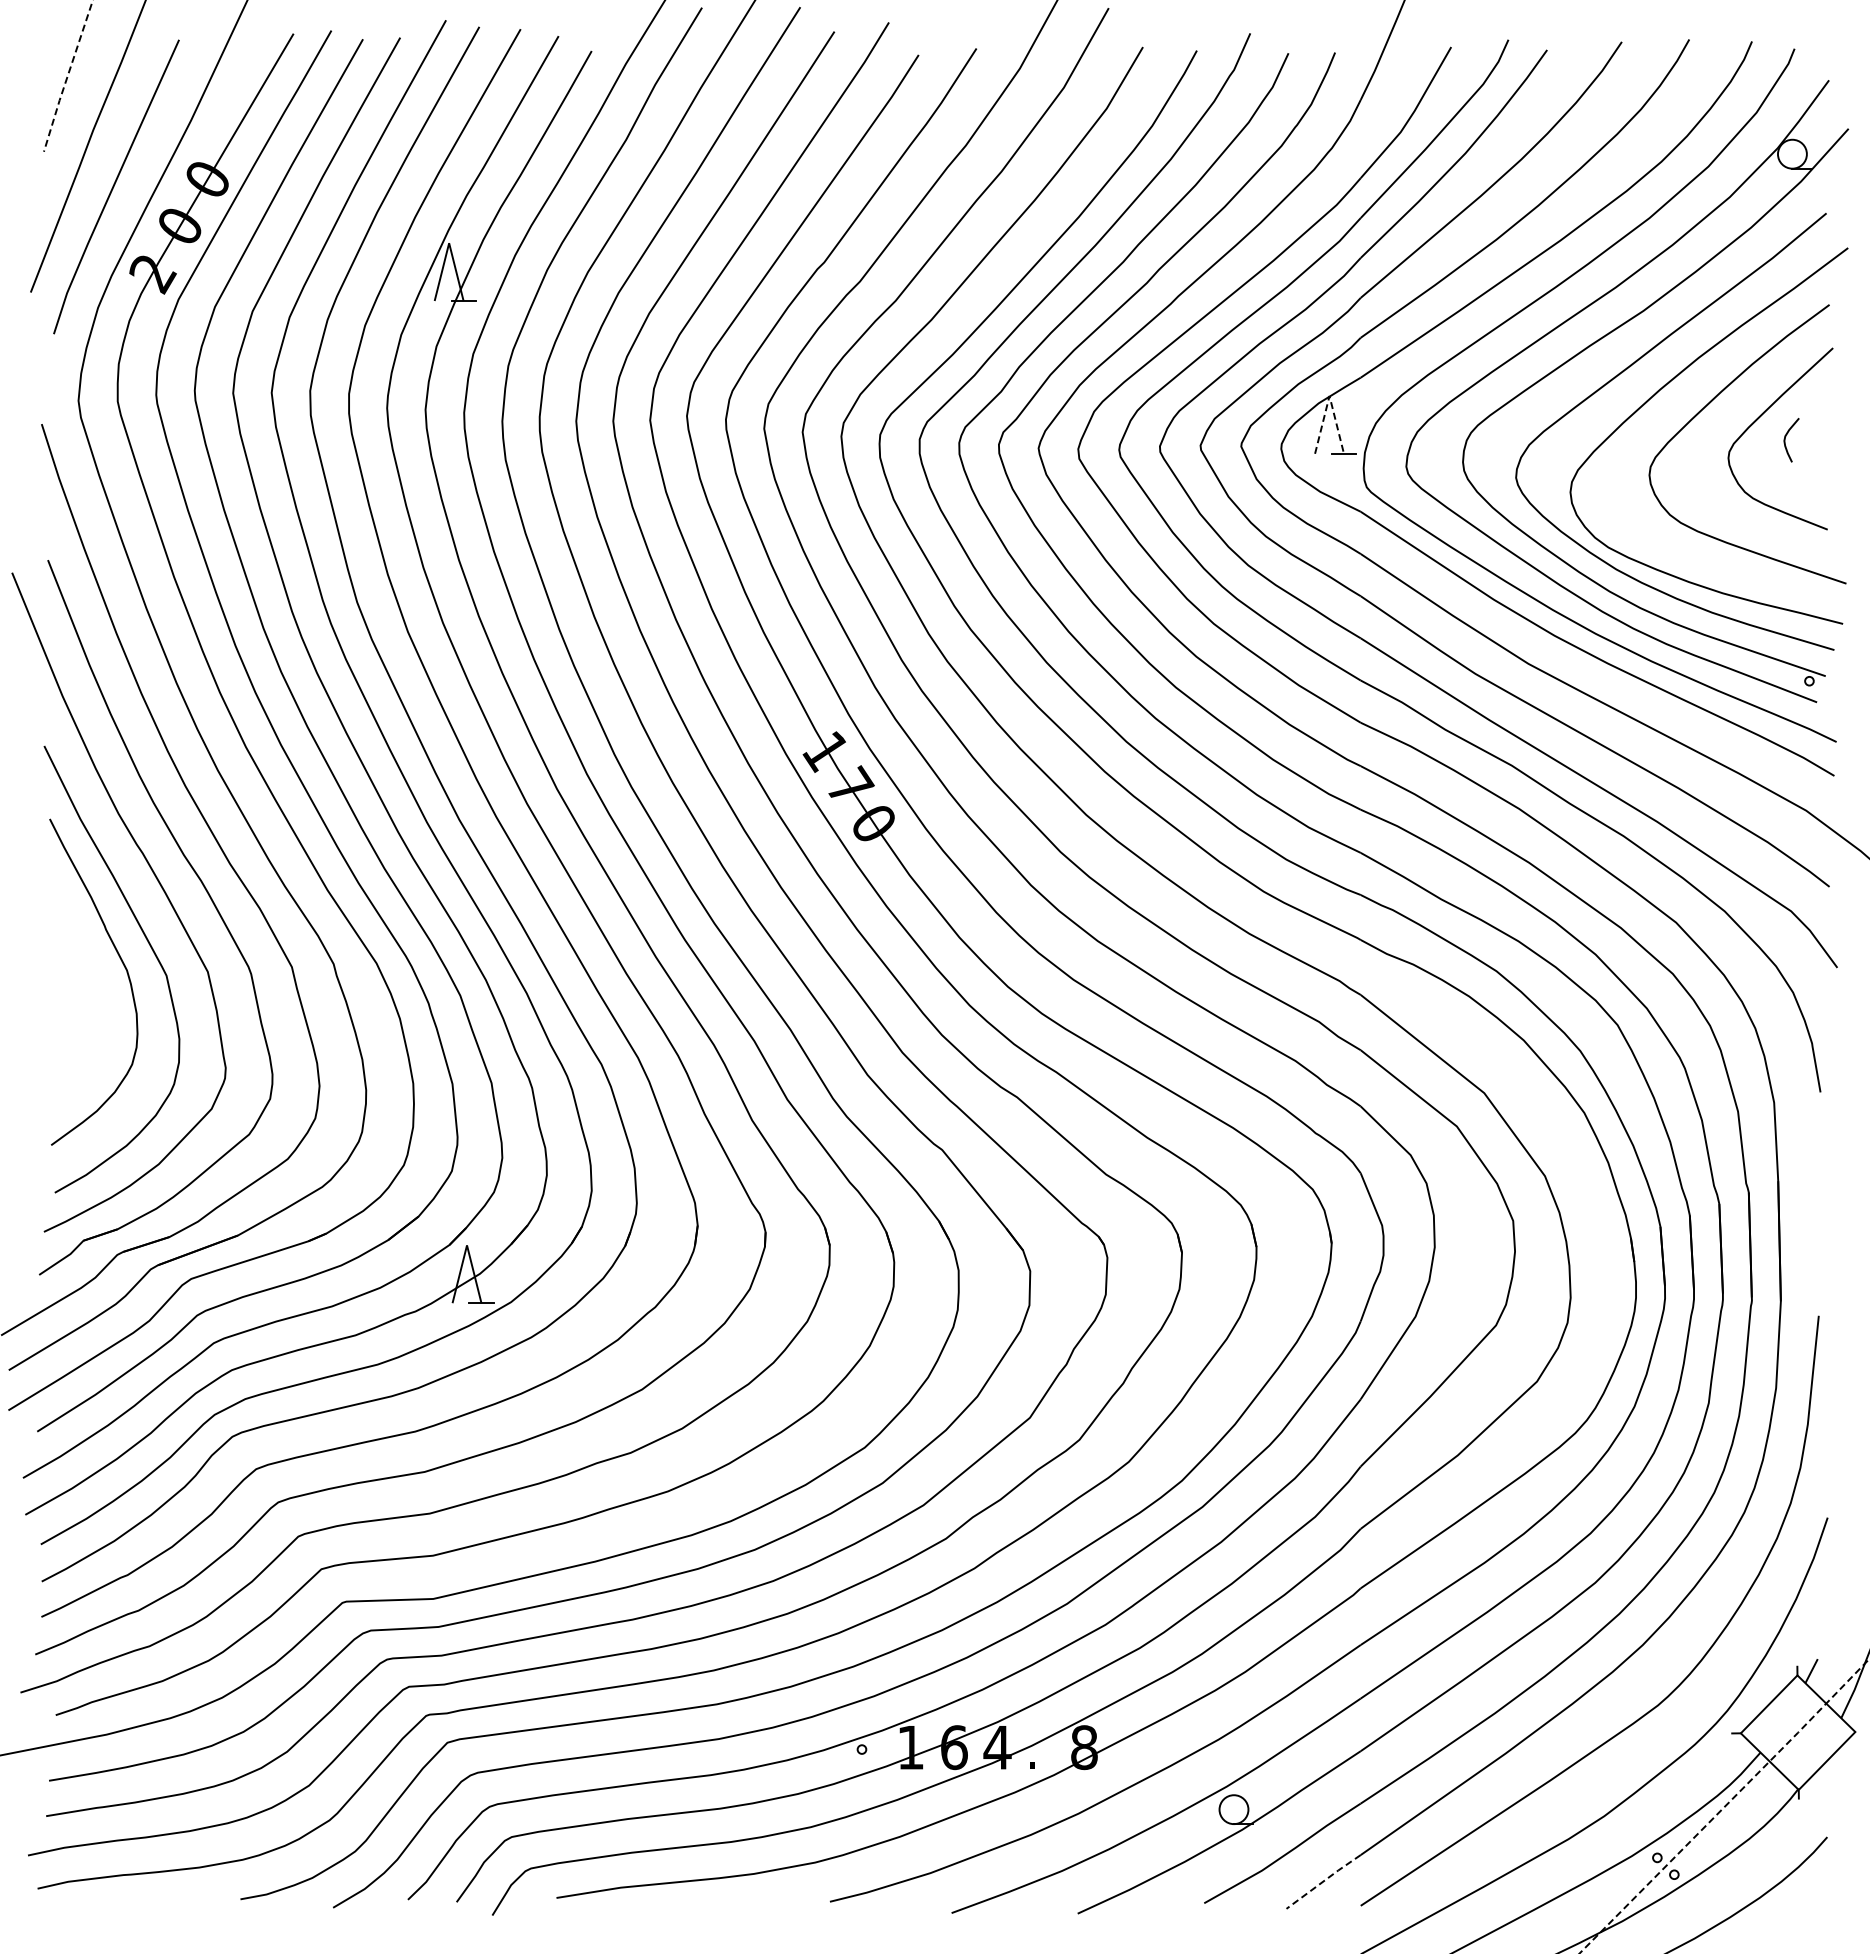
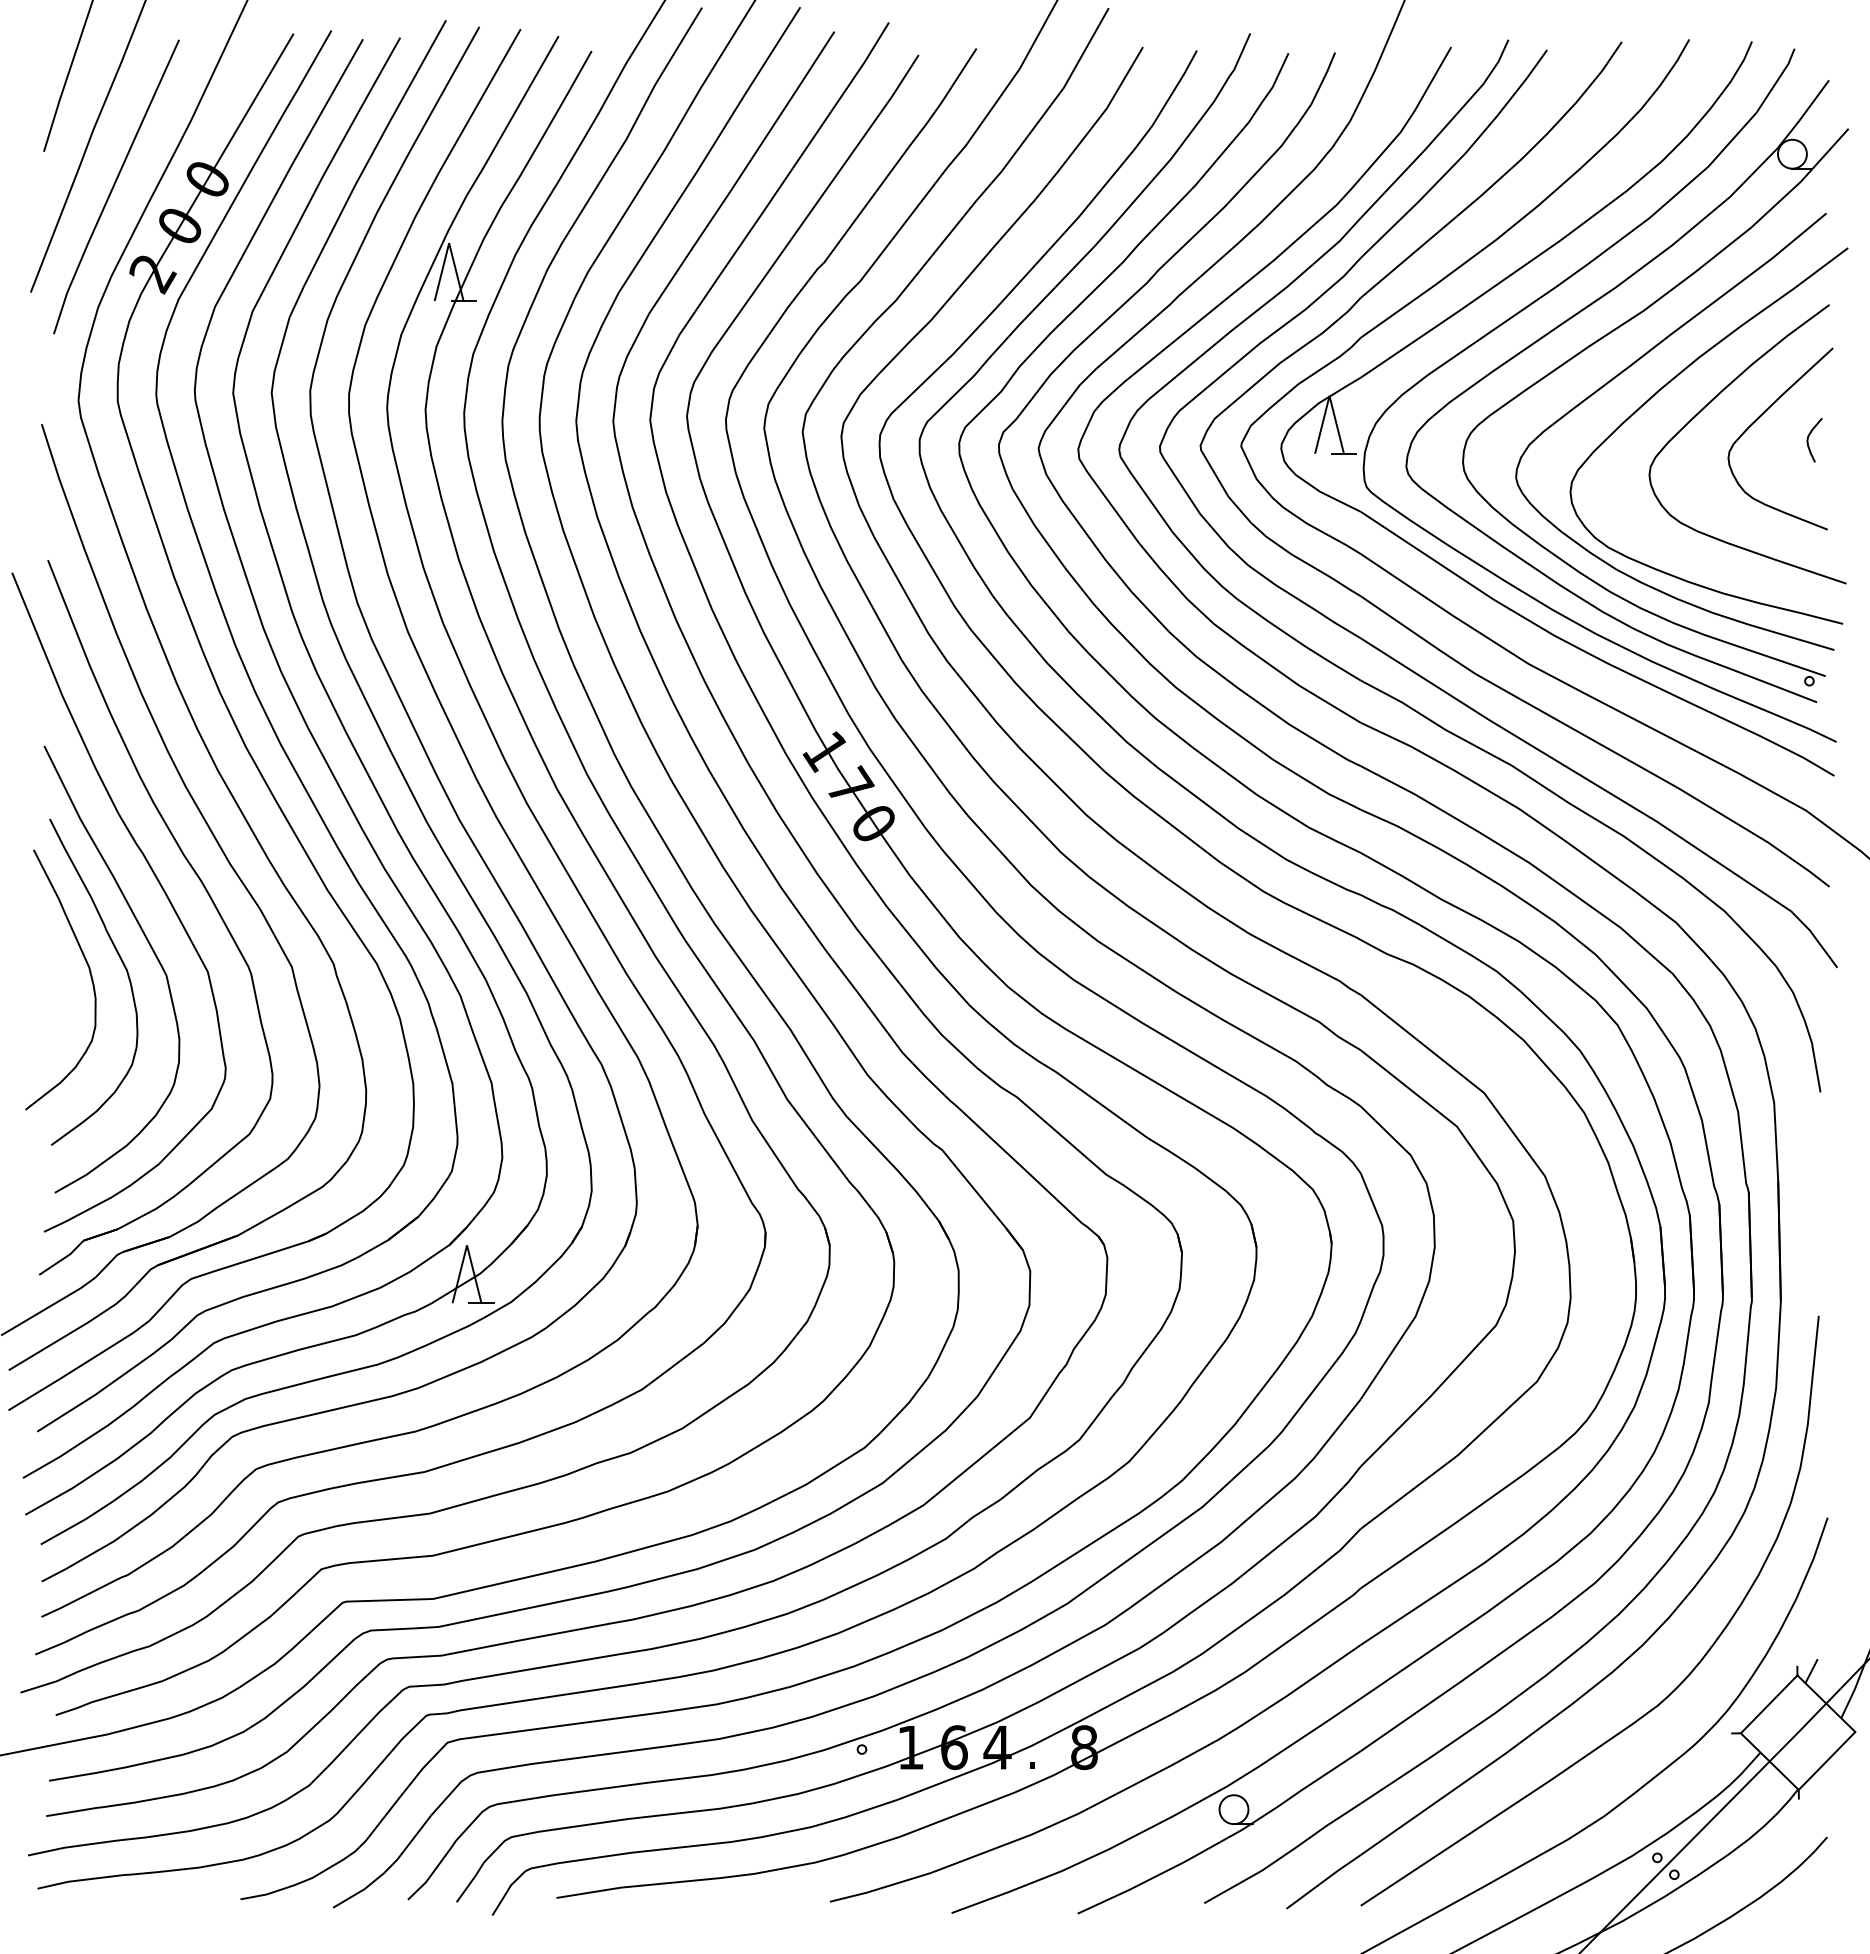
line at (67, 76): dashed -> solid
line at (1329, 395): dashed -> solid
curve at (1785, 440) position: (1785, 440) -> (1808, 440)
curve at (89, 973): none -> present
line at (1722, 1809): dashed -> solid
line at (1323, 1881): dashed -> solid
